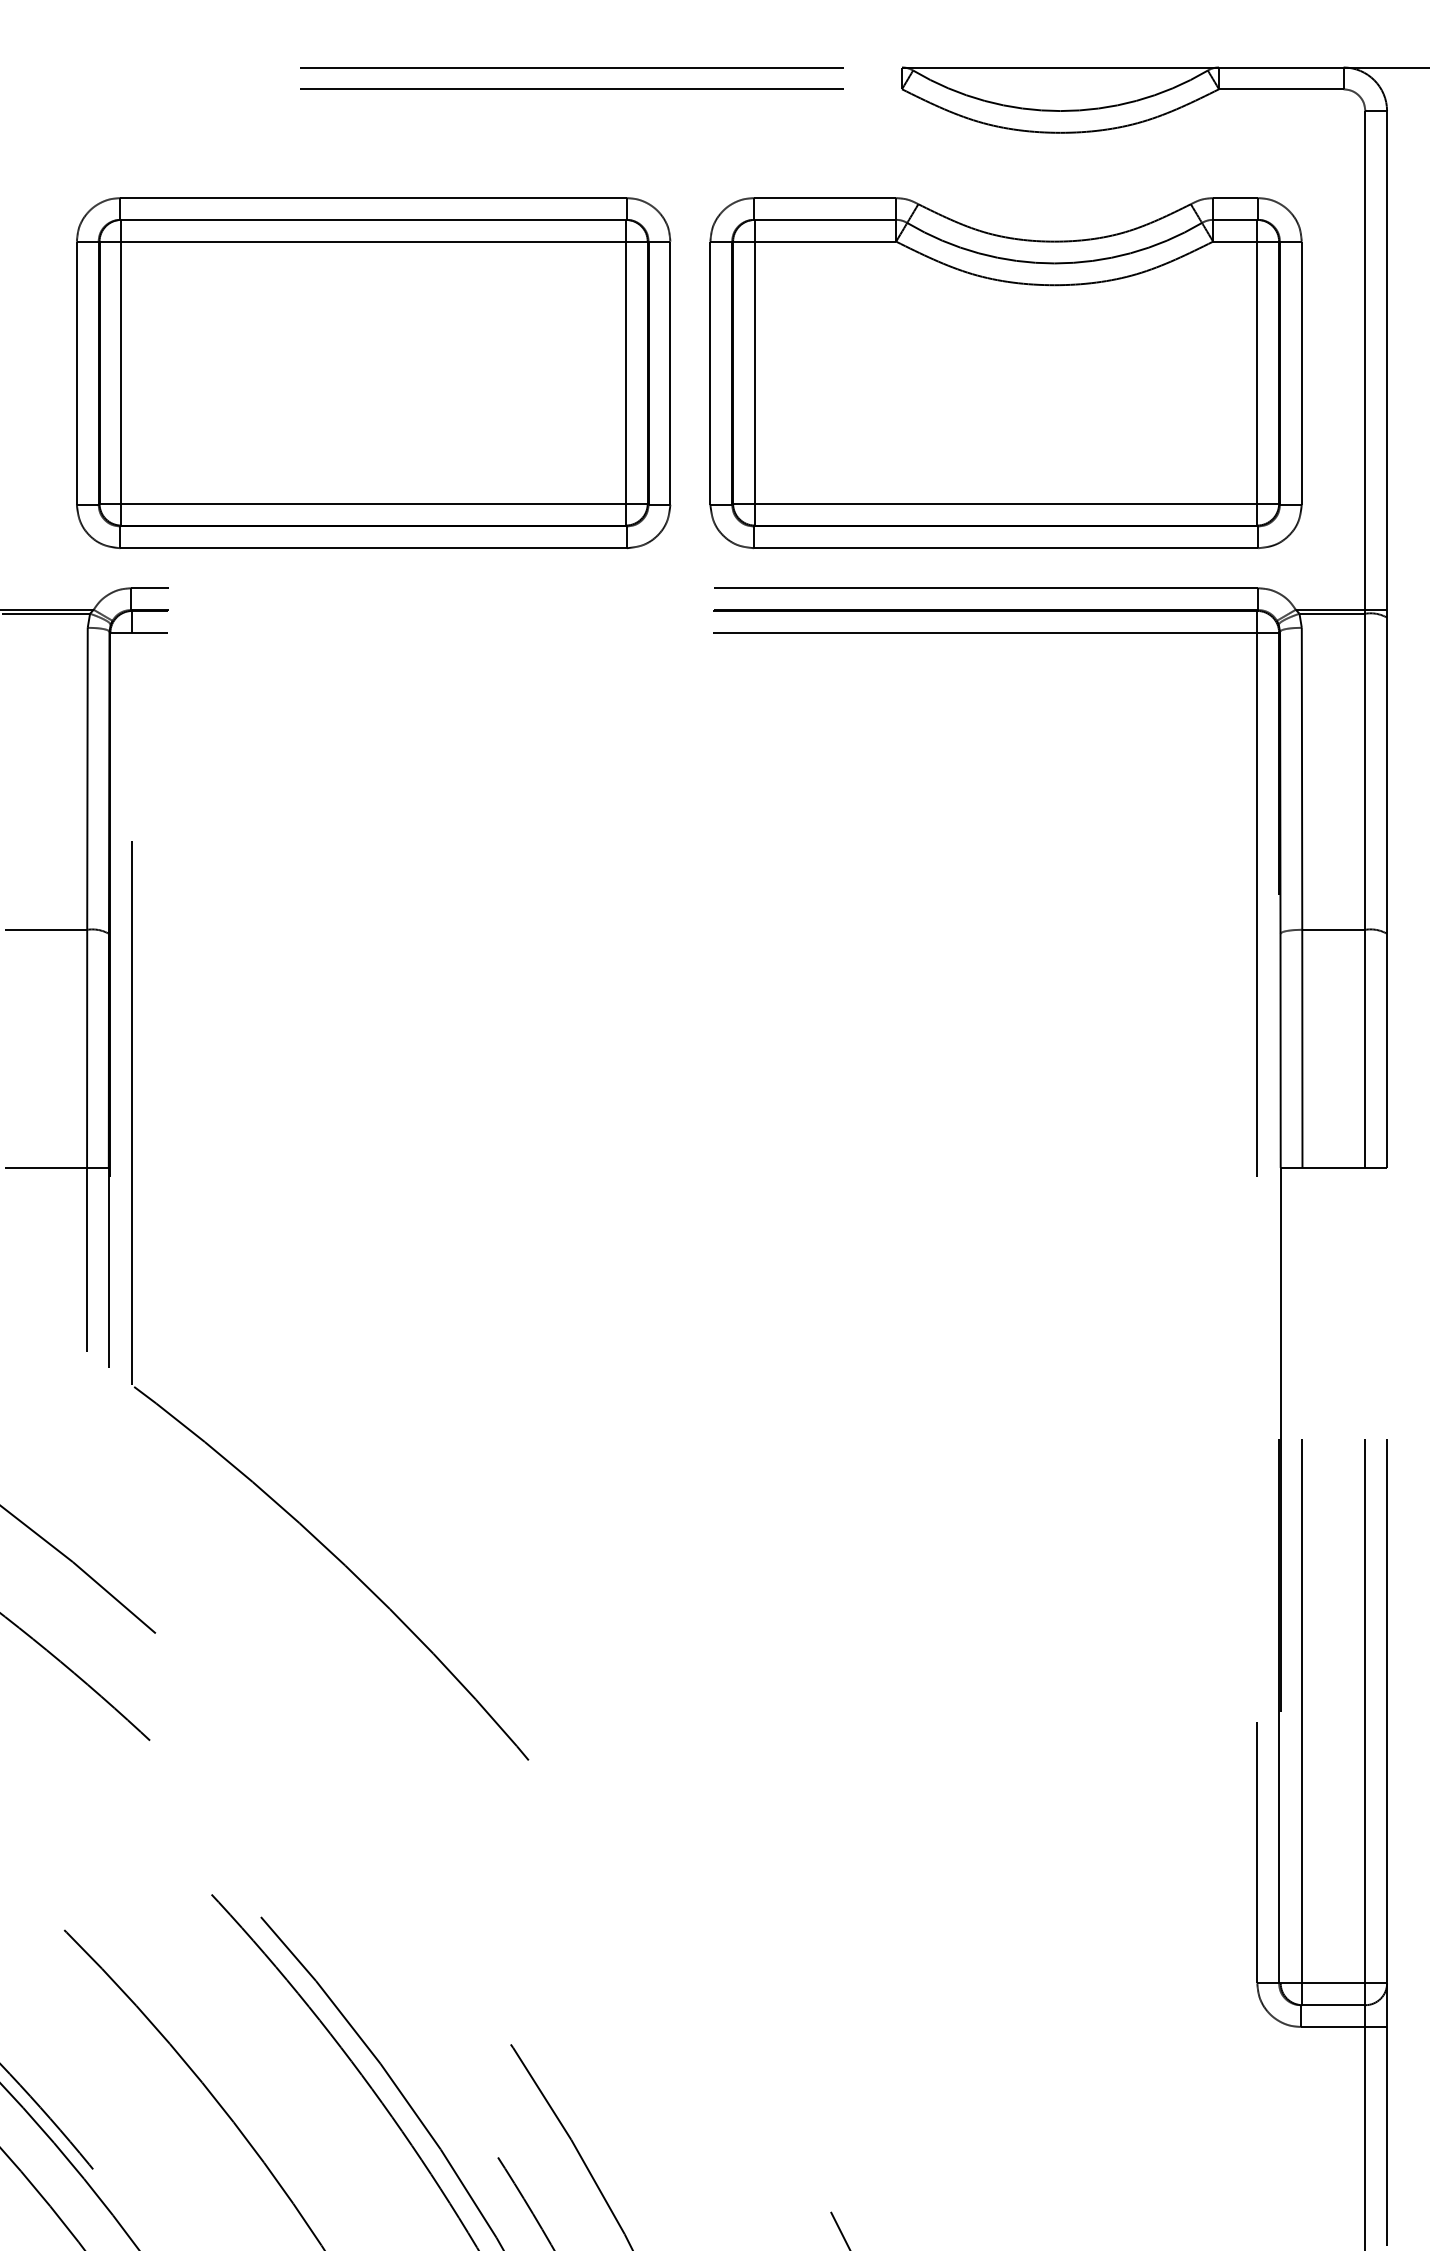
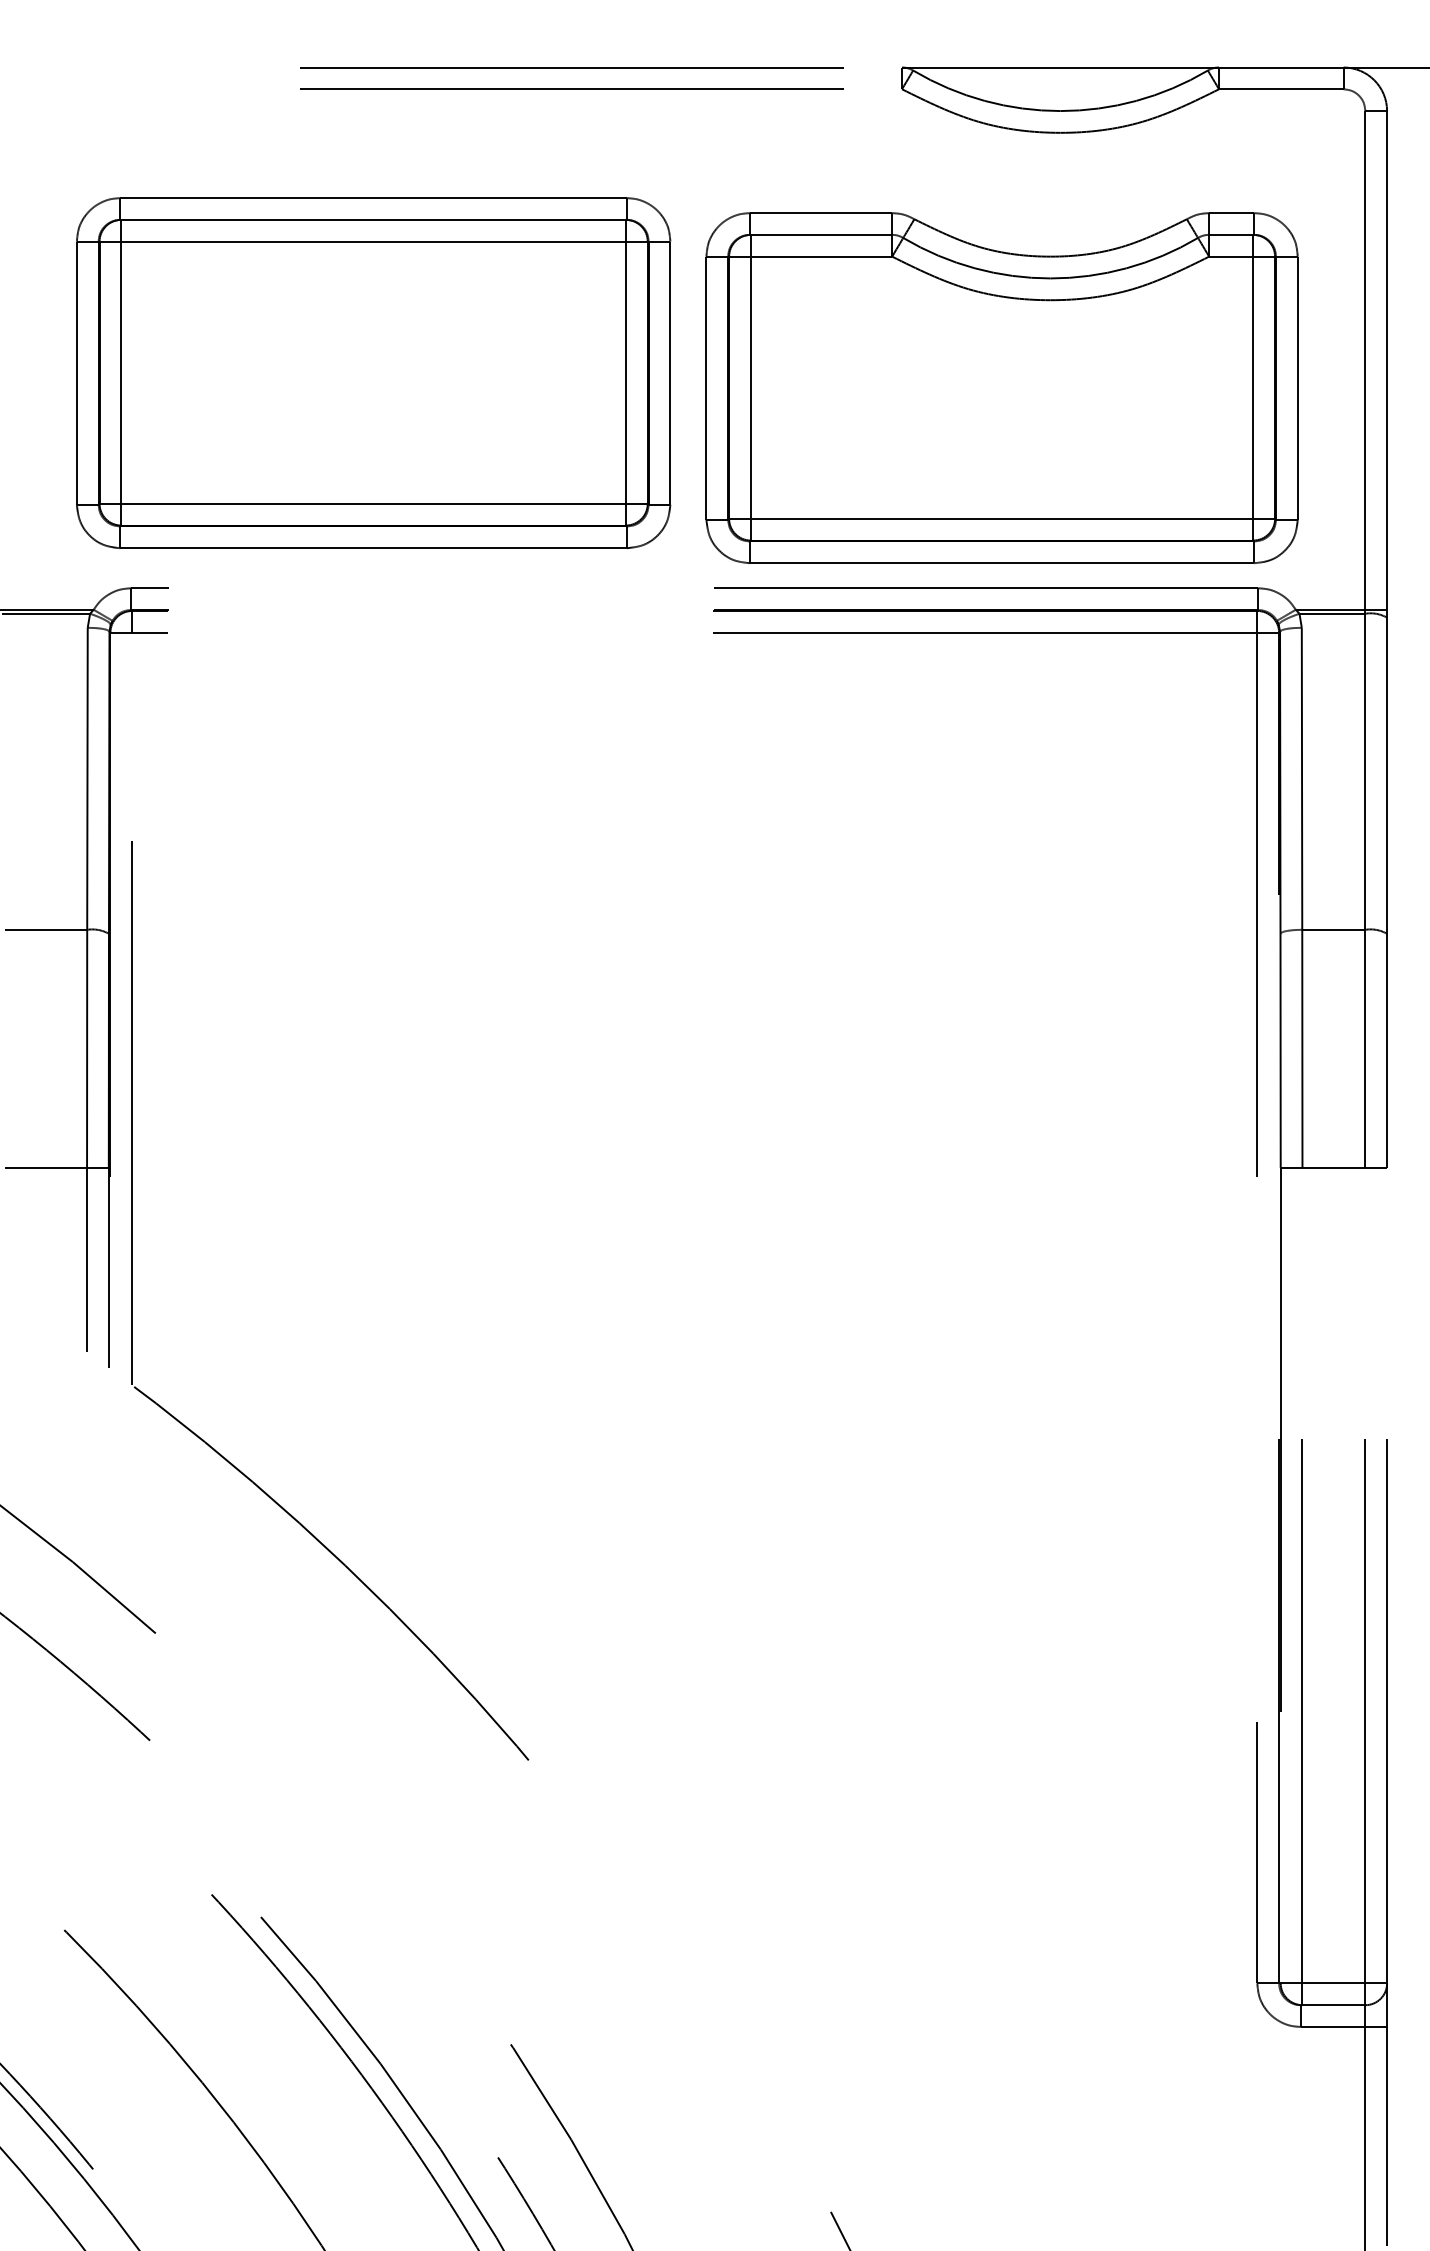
part at (1005, 373) position: (1005, 373) -> (1001, 388)
